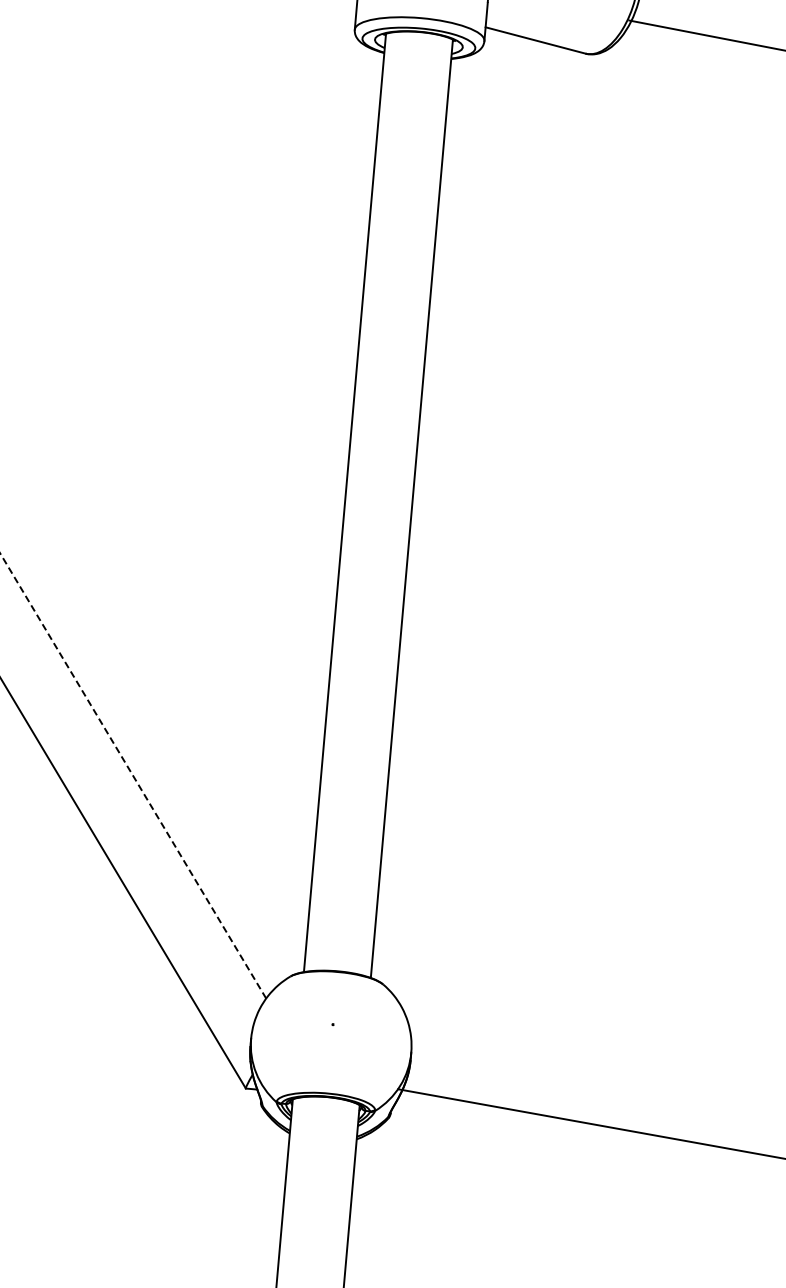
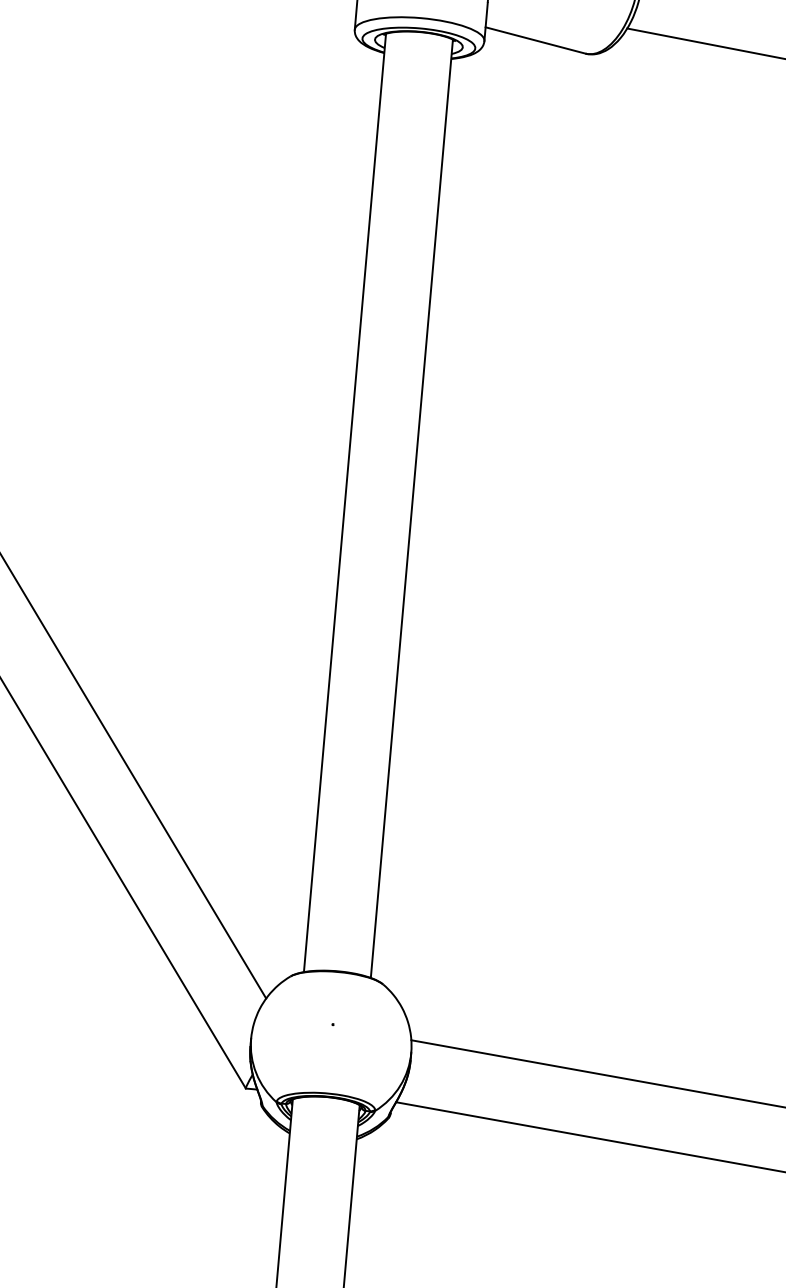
line at (705, 35) position: (705, 35) -> (704, 43)
line at (132, 775): dashed -> solid
line at (596, 1073): none -> present
line at (590, 1123) position: (590, 1123) -> (589, 1136)
